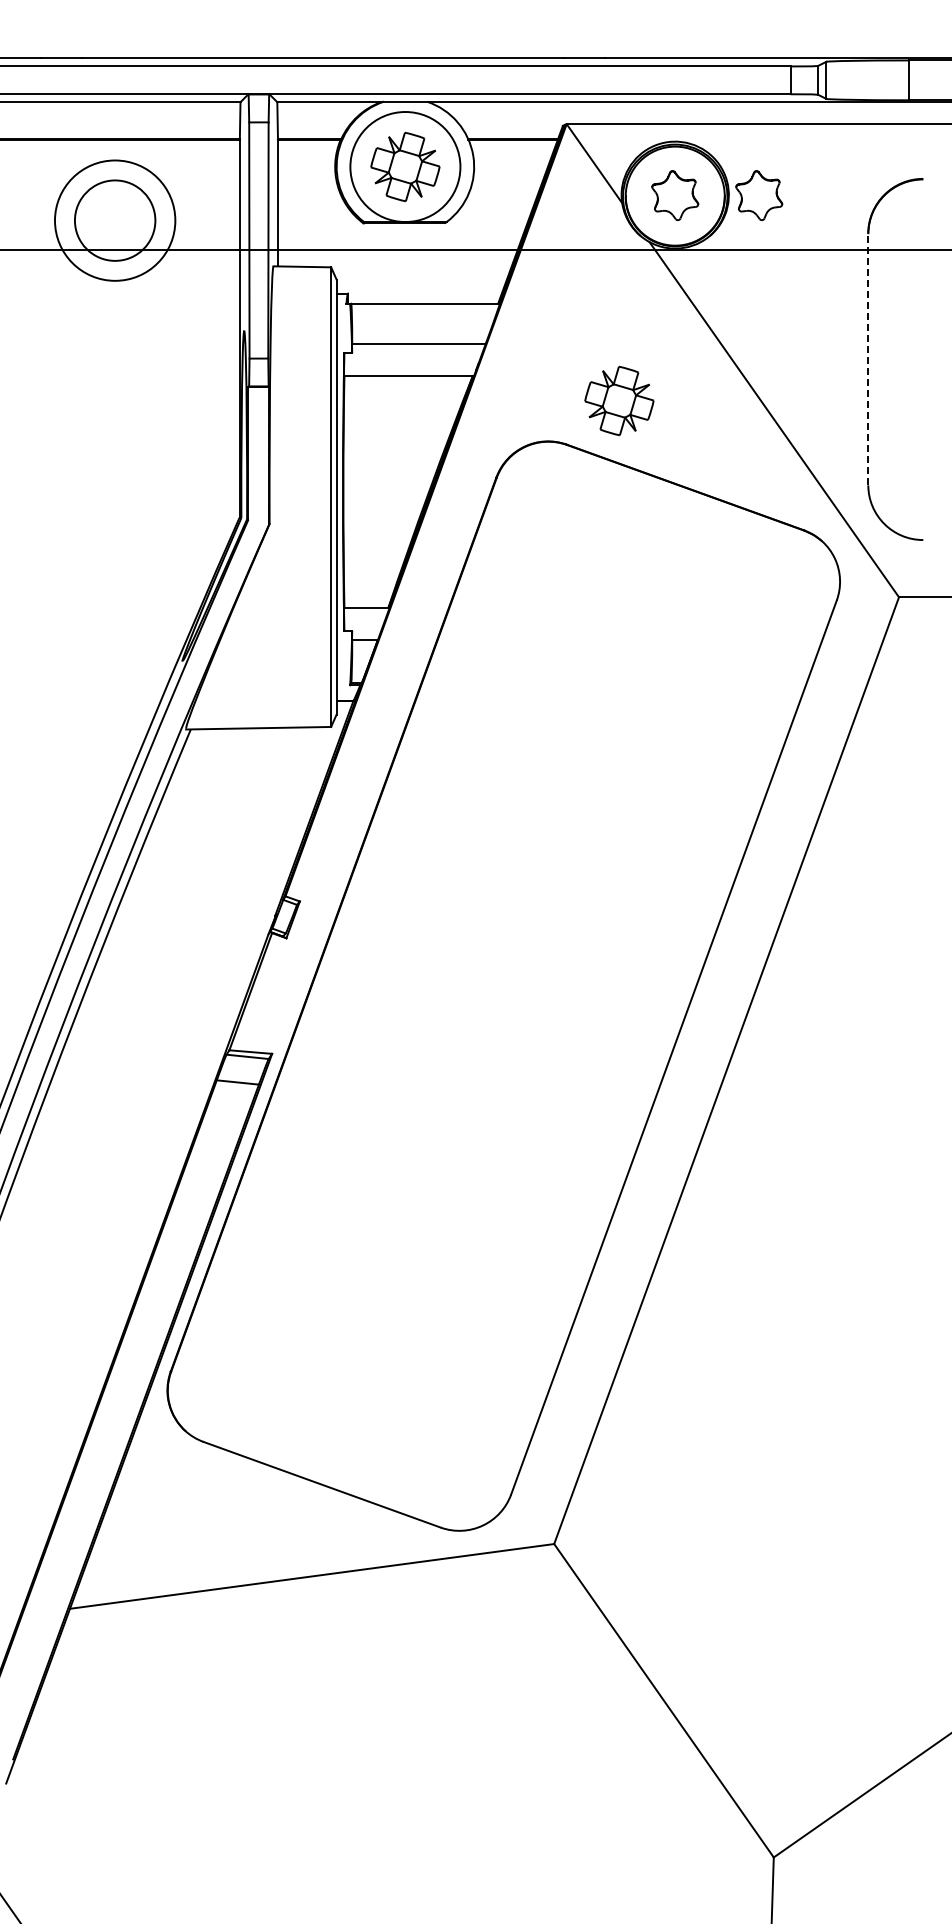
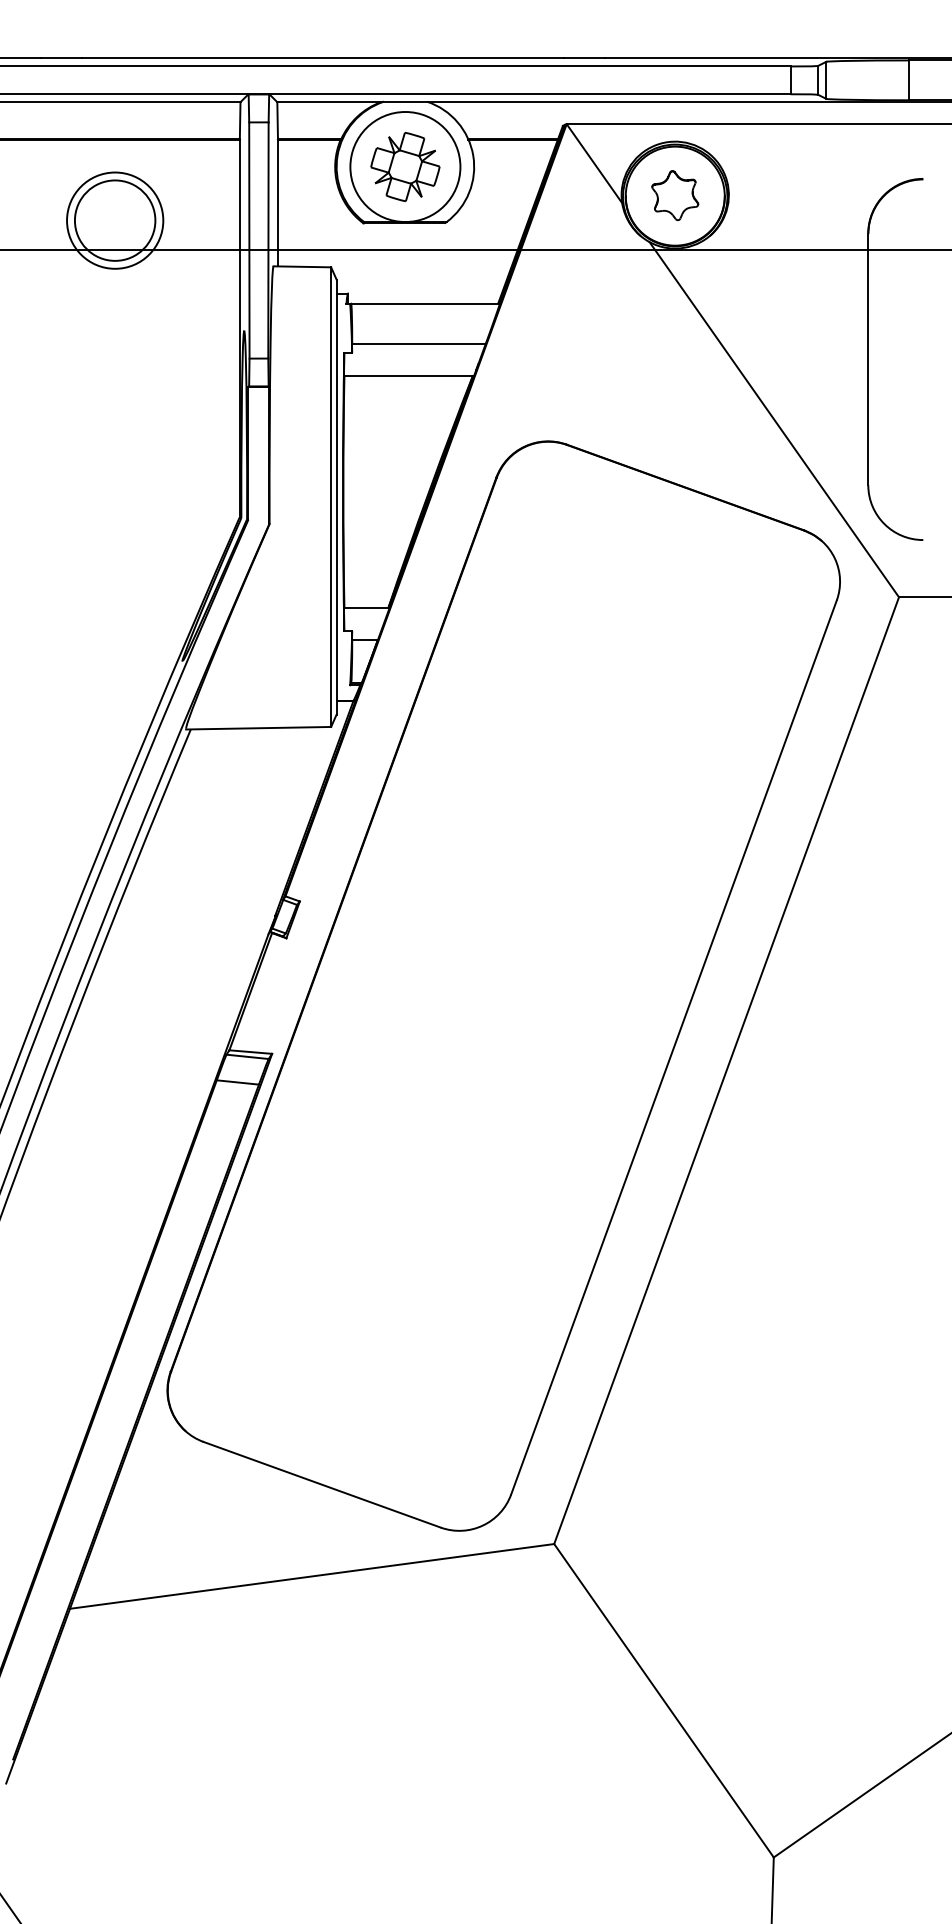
part at (759, 195): present -> none
circle at (114, 220) diameter: 120 px -> 96 px
line at (868, 359): dashed -> solid
part at (619, 400): present -> none
